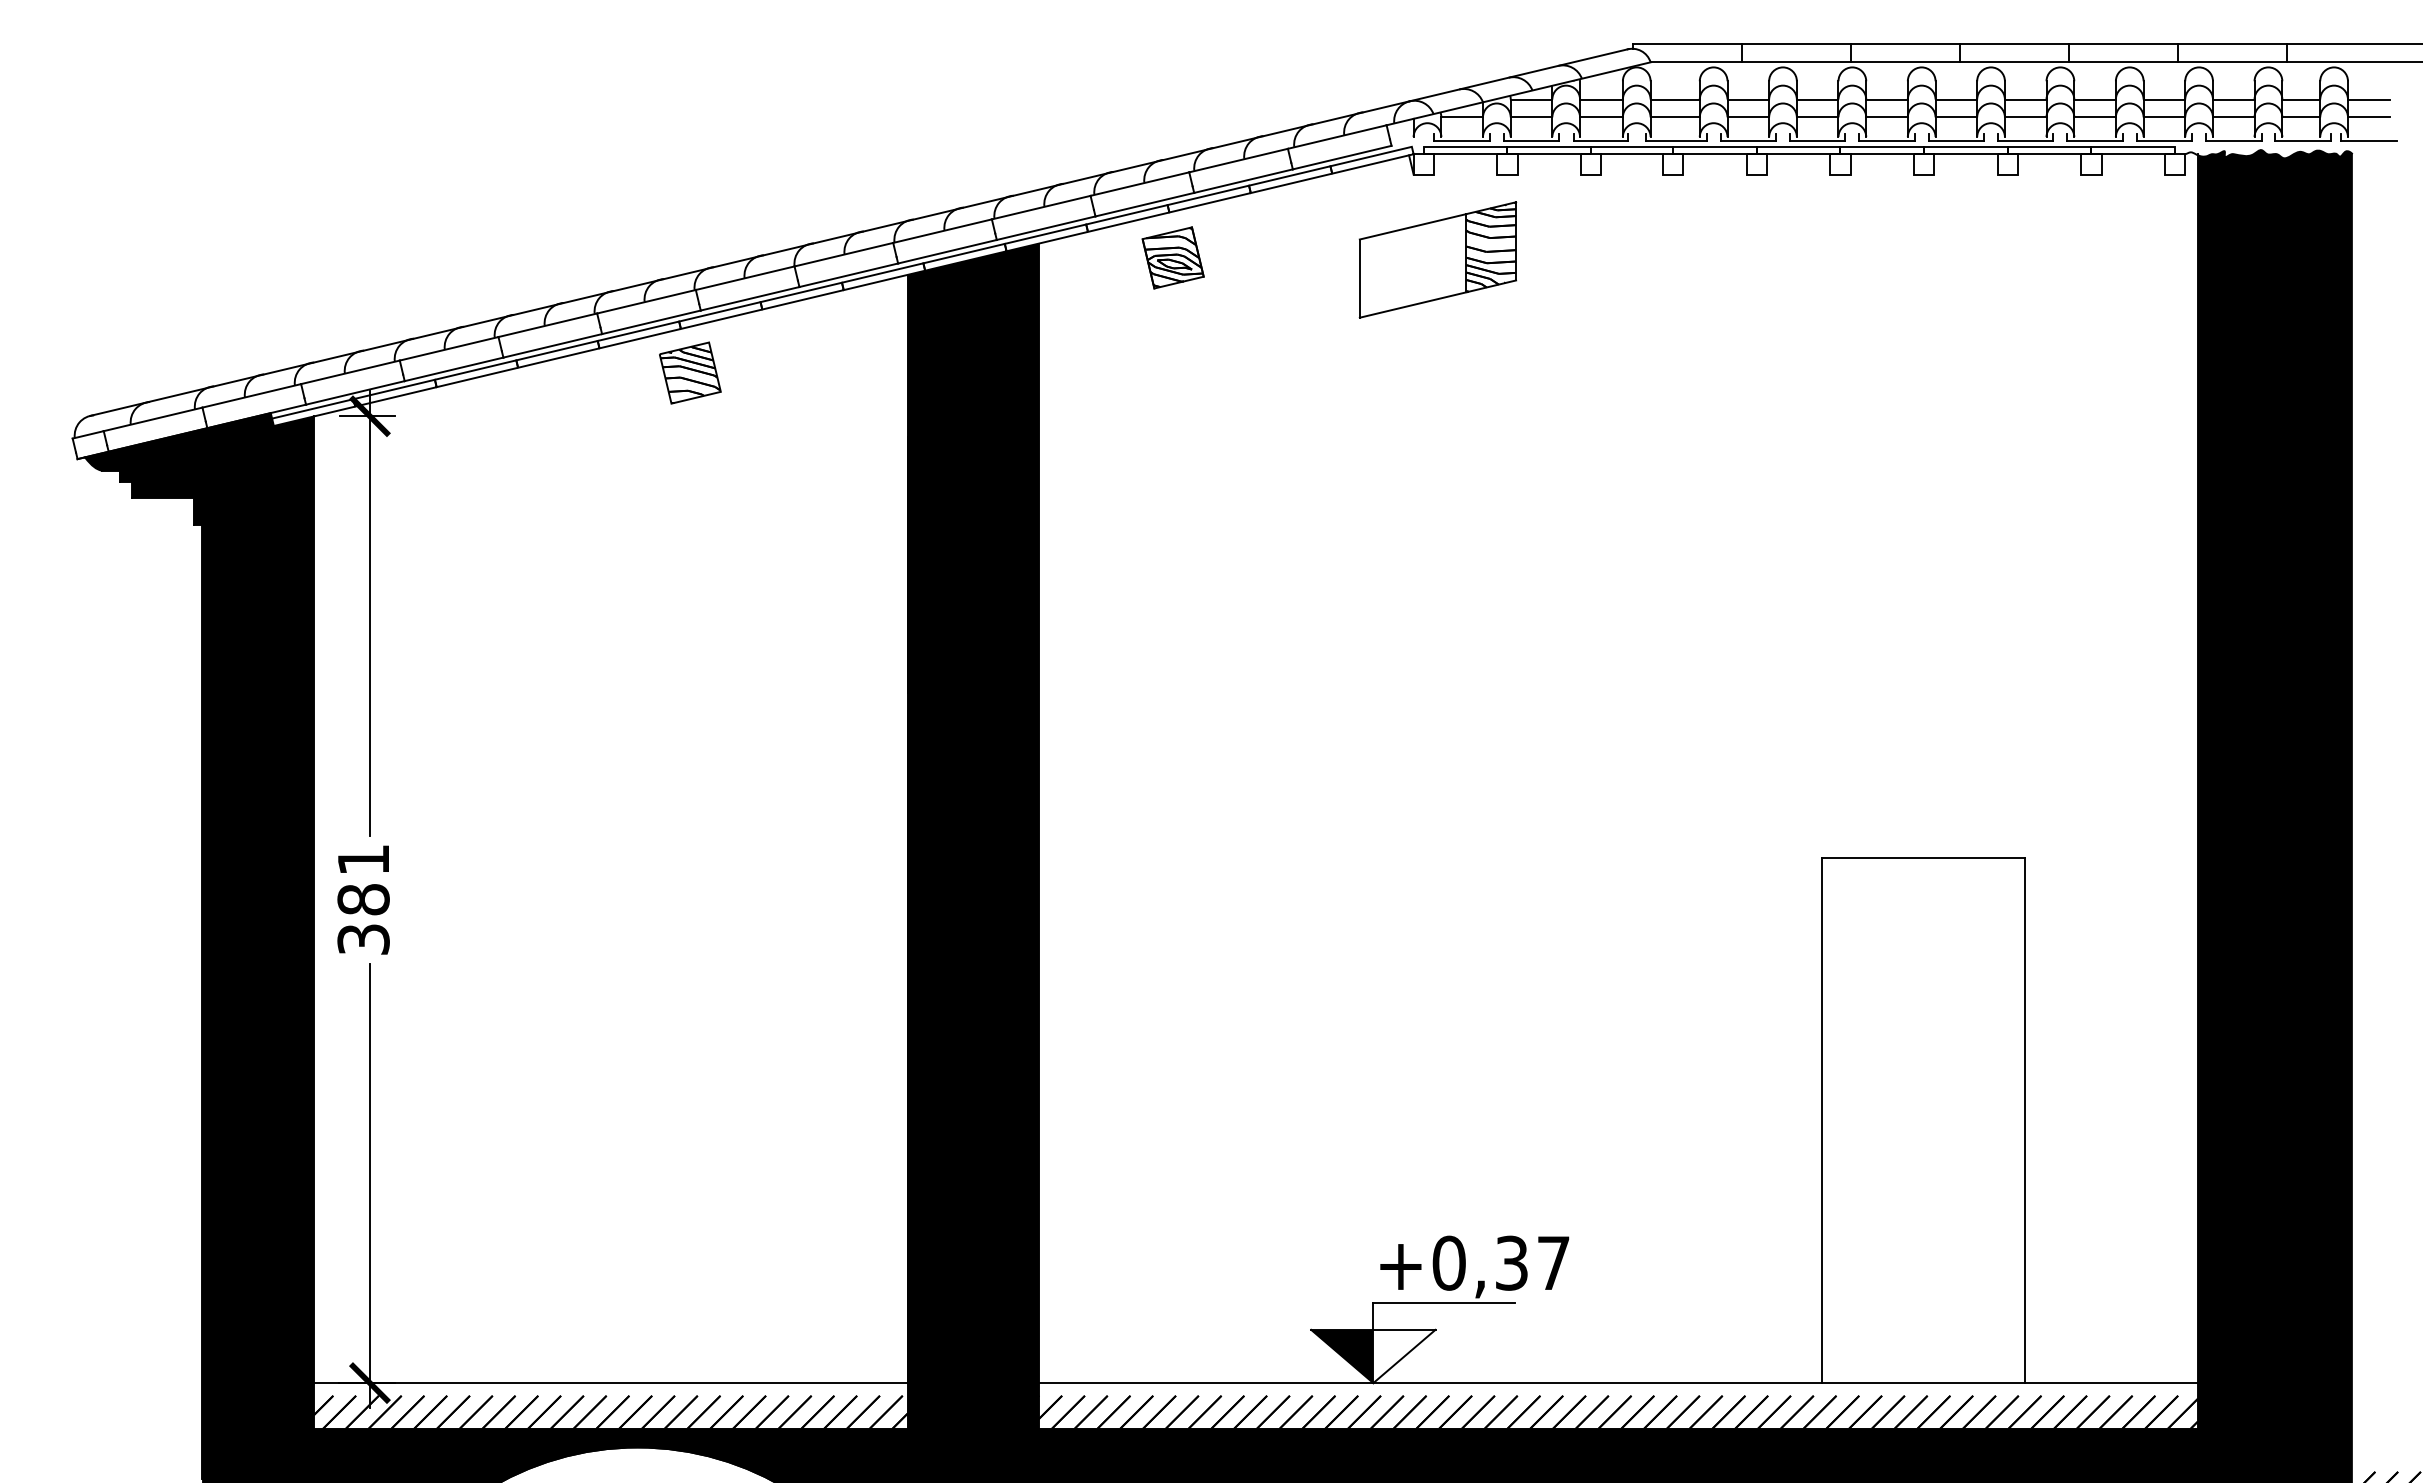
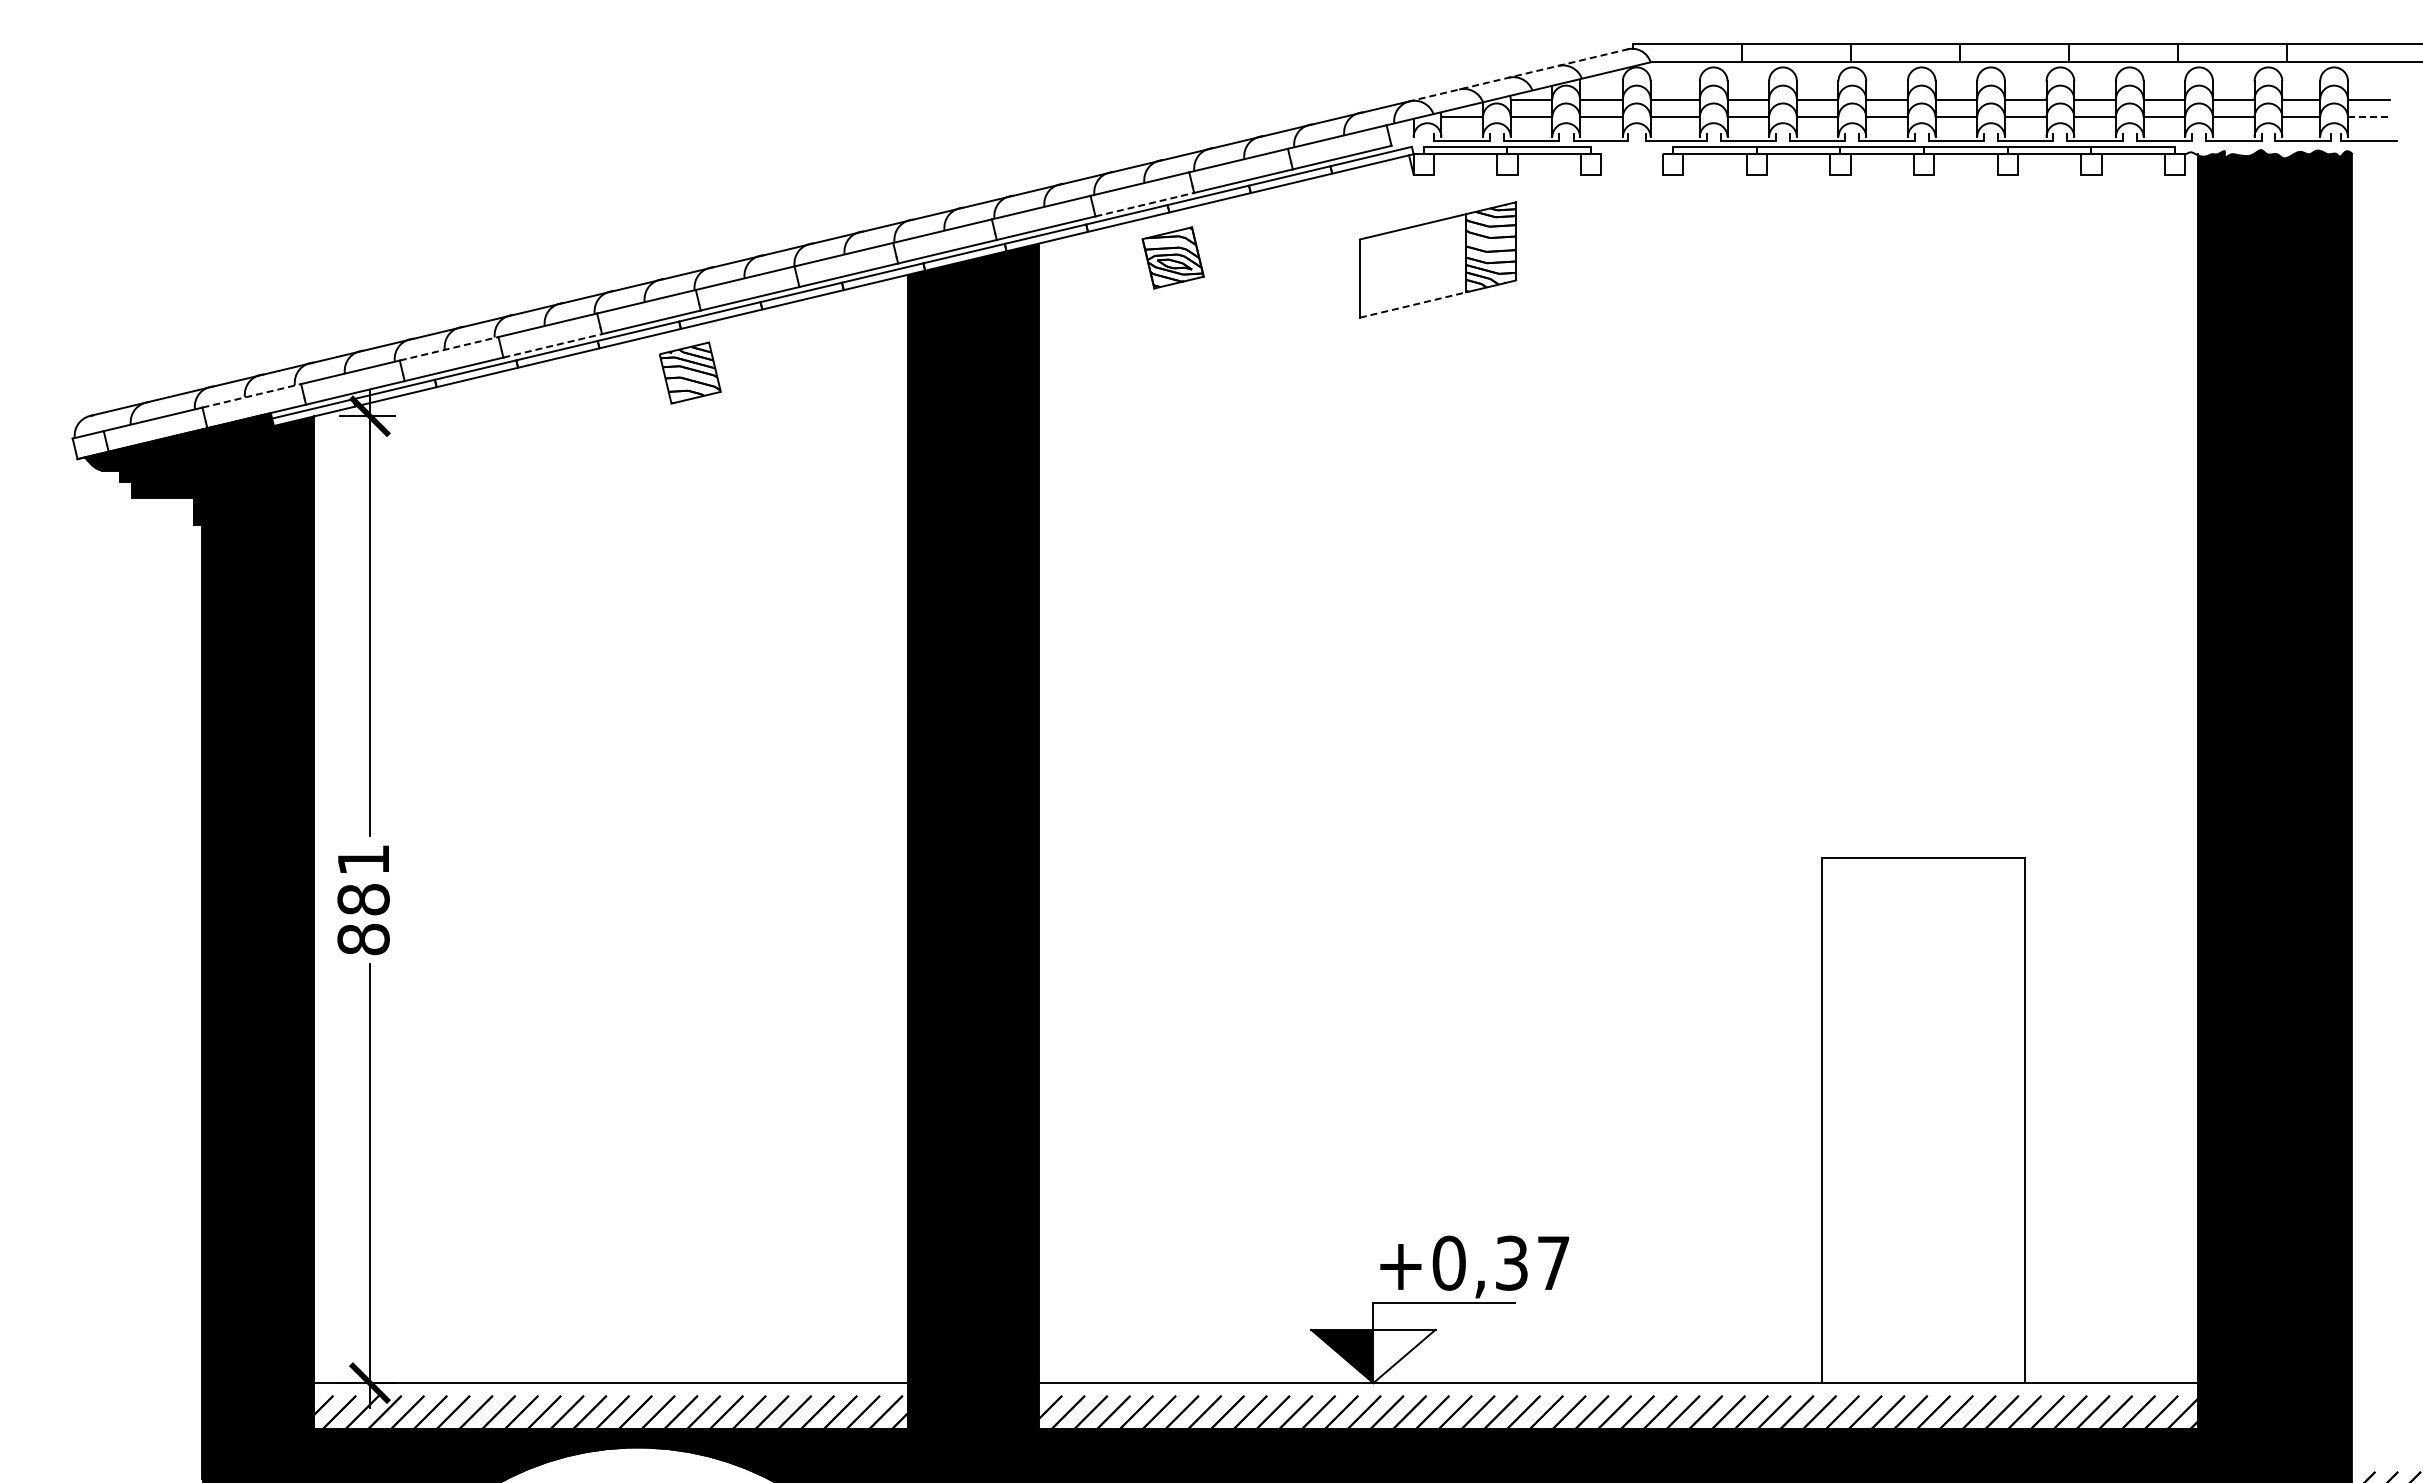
line at (1519, 75): solid -> dashed
line at (2368, 117): solid -> dashed
line at (1631, 146): present -> none
line at (1631, 154): present -> none
line at (1144, 204): solid -> dashed
line at (1414, 304): solid -> dashed
line at (552, 345): solid -> dashed
line at (449, 348): solid -> dashed
line at (251, 395): solid -> dashed
text at (363, 939): 381 -> 881
